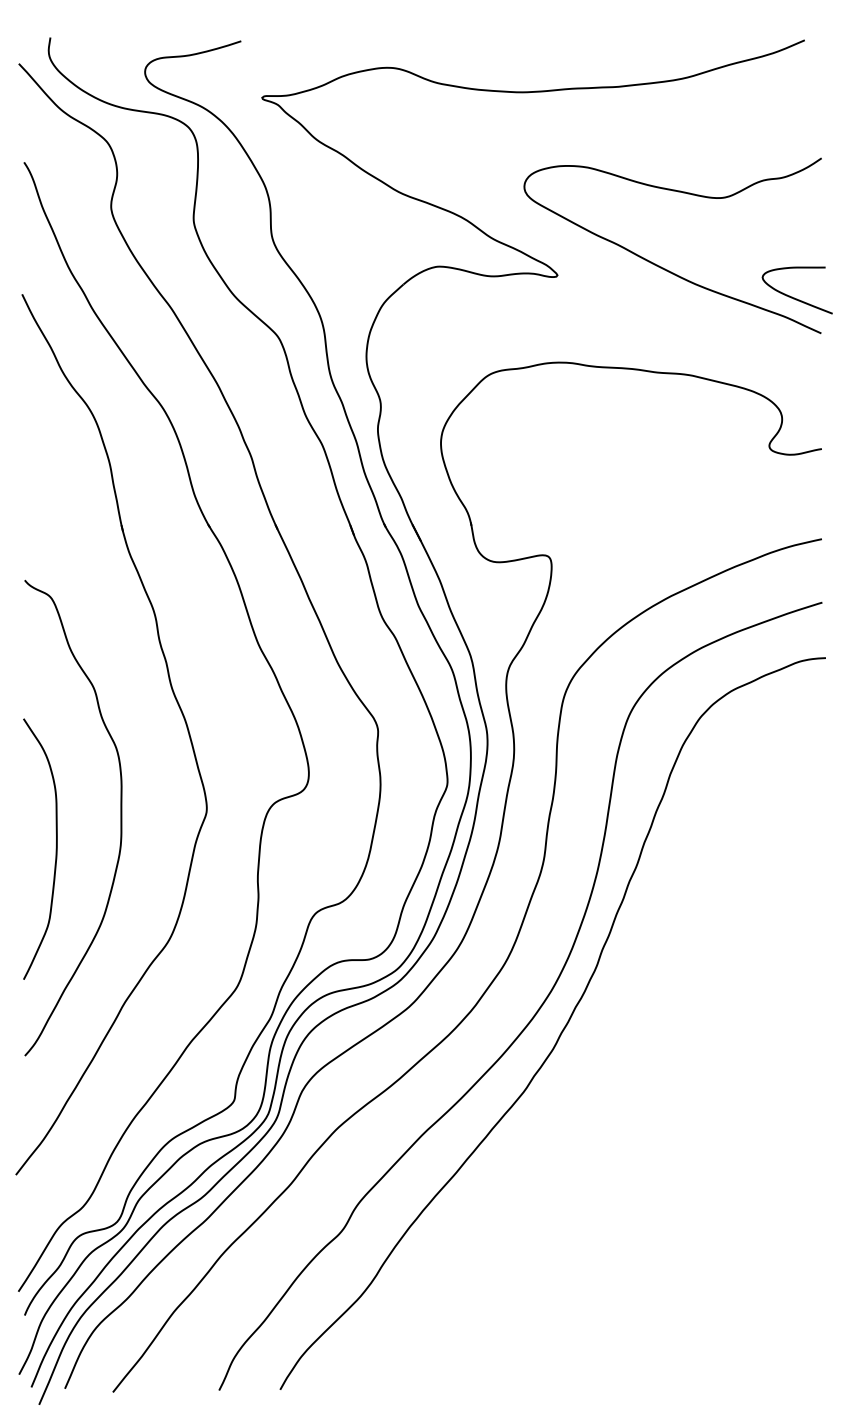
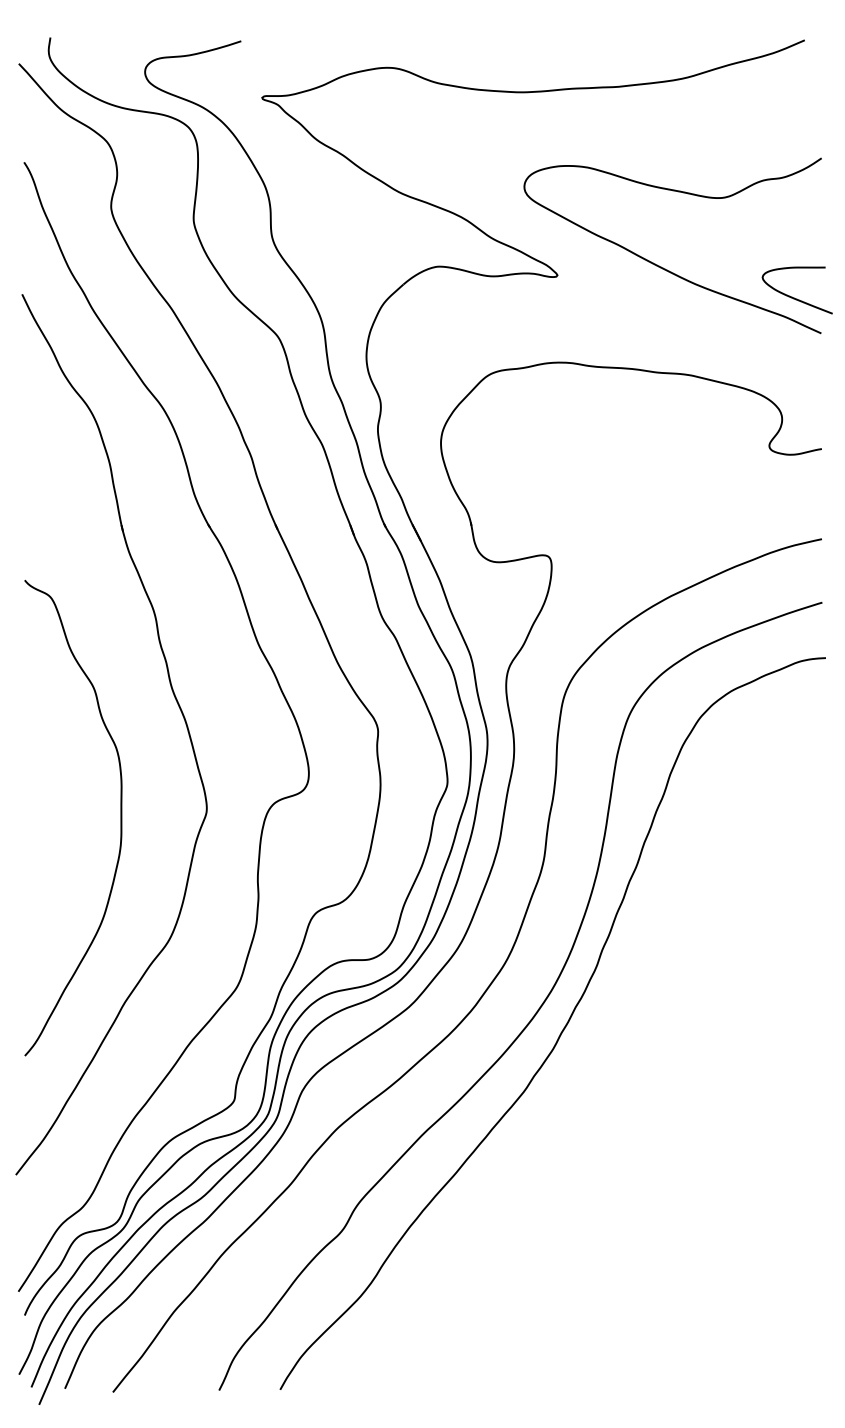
curve at (55, 848): present -> none
